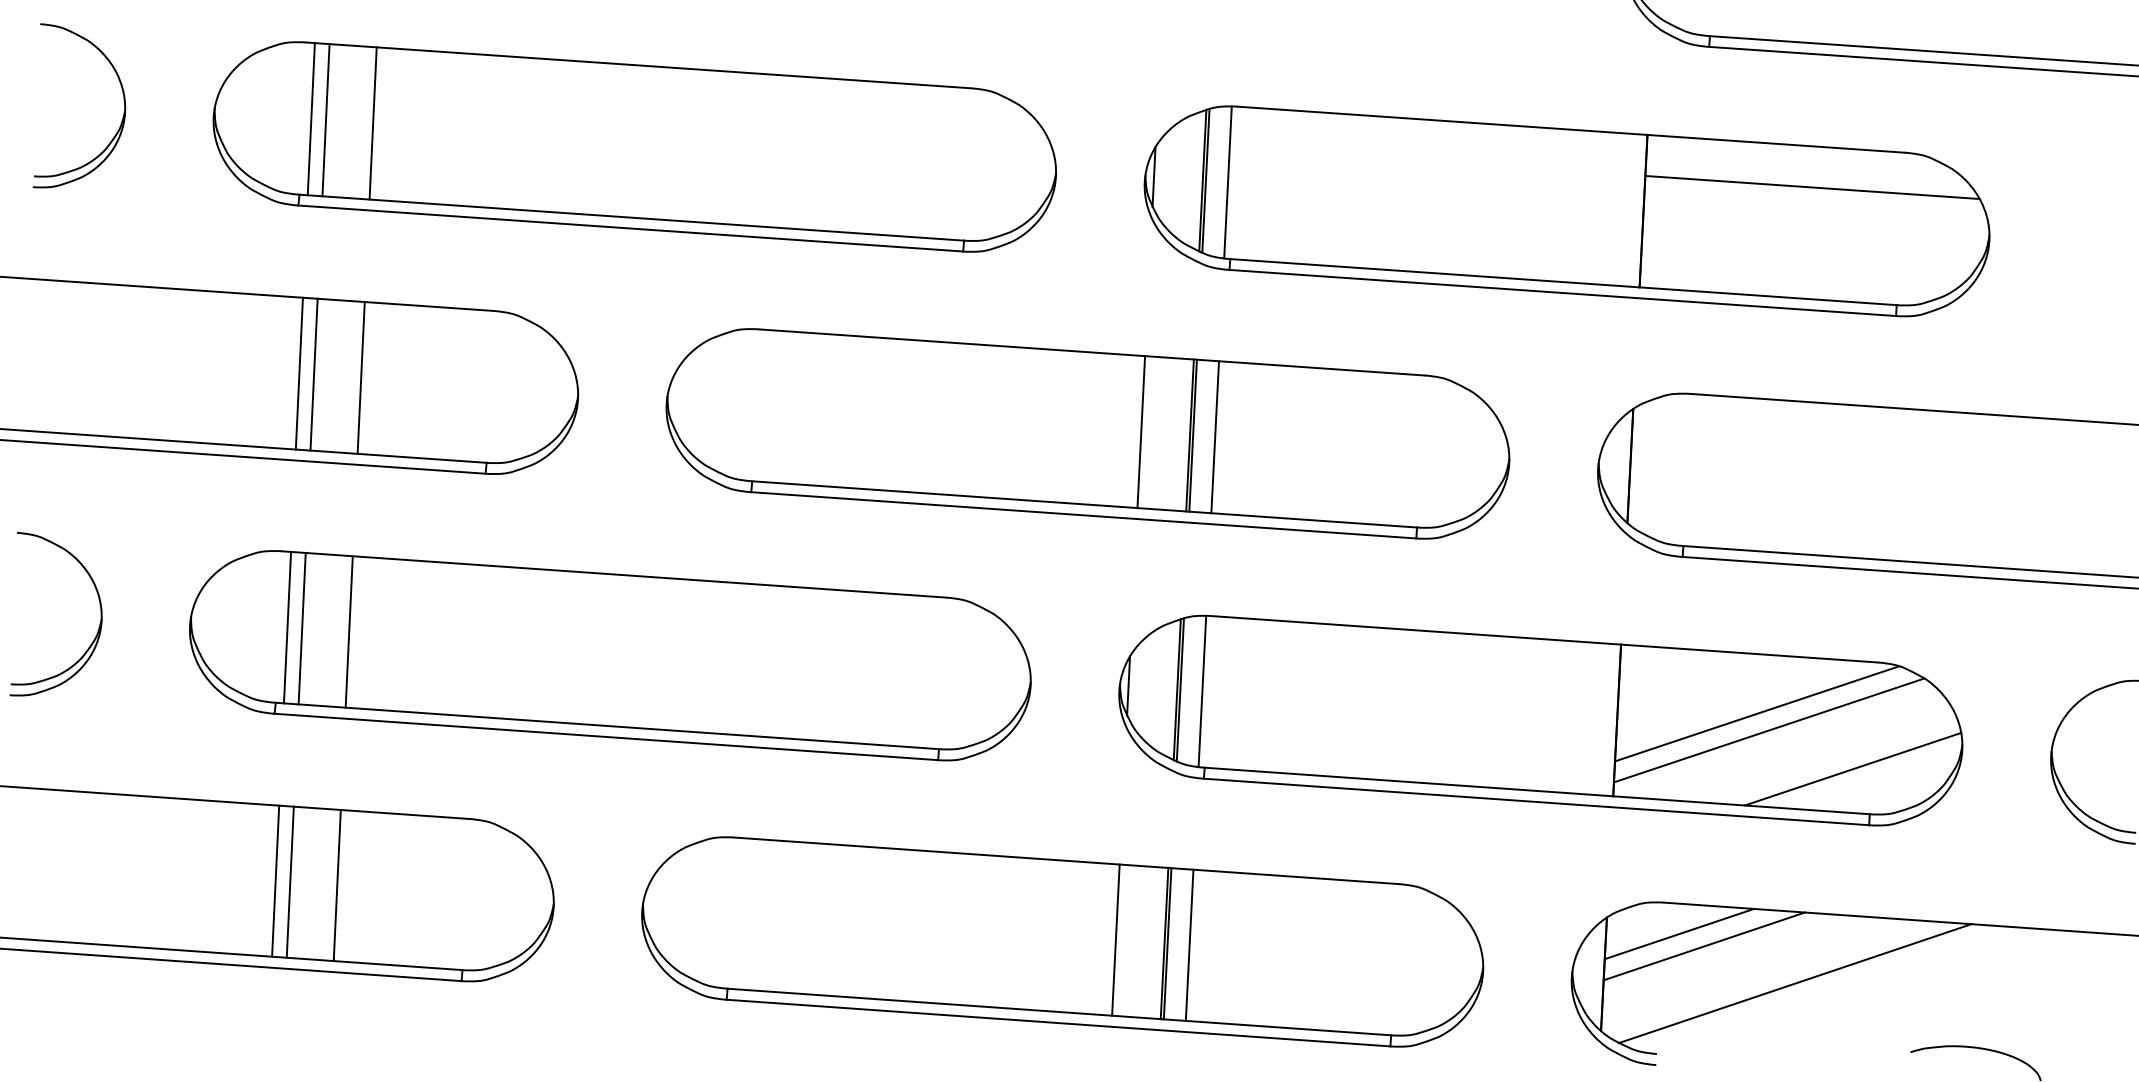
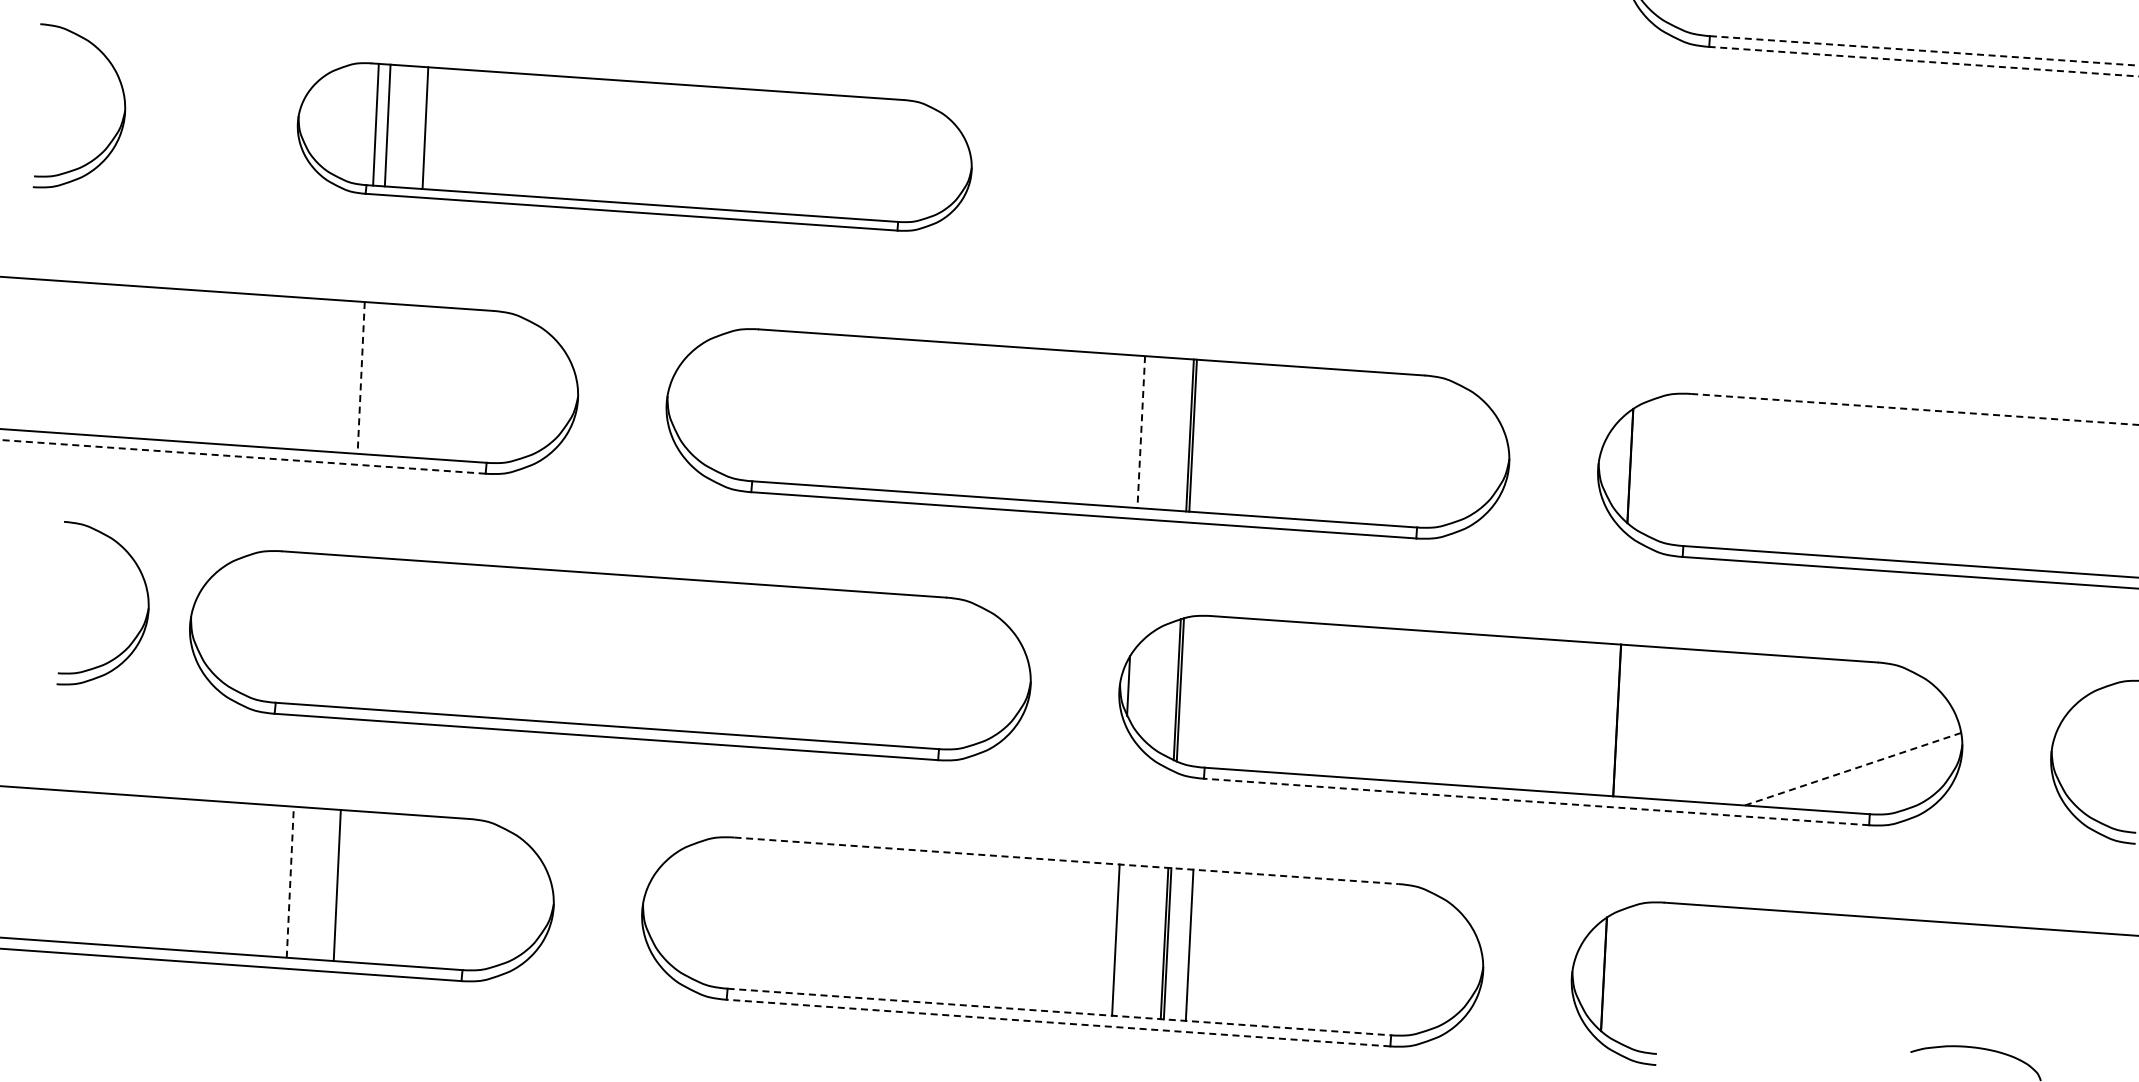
line at (1924, 50): solid -> dashed
line at (1923, 61): solid -> dashed
part at (634, 146) size: 845x212 px -> 677x170 px
part at (1566, 211): present -> none
line at (298, 373): present -> none
line at (313, 374): present -> none
line at (361, 378): solid -> dashed
line at (1914, 409): solid -> dashed
line at (1141, 432): solid -> dashed
line at (1215, 437): present -> none
line at (243, 456): solid -> dashed
part at (99, 623) position: (99, 623) -> (146, 612)
line at (287, 627): present -> none
line at (301, 628): present -> none
line at (348, 631): present -> none
line at (1202, 691): present -> none
line at (1757, 713): present -> none
line at (1769, 730): present -> none
line at (1852, 769): solid -> dashed
line at (1536, 801): solid -> dashed
line at (1066, 860): solid -> dashed
line at (275, 880): present -> none
line at (290, 882): solid -> dashed
line at (1679, 933): present -> none
line at (1704, 946): present -> none
line at (1794, 983): present -> none
line at (1059, 1012): solid -> dashed
line at (1058, 1023): solid -> dashed
